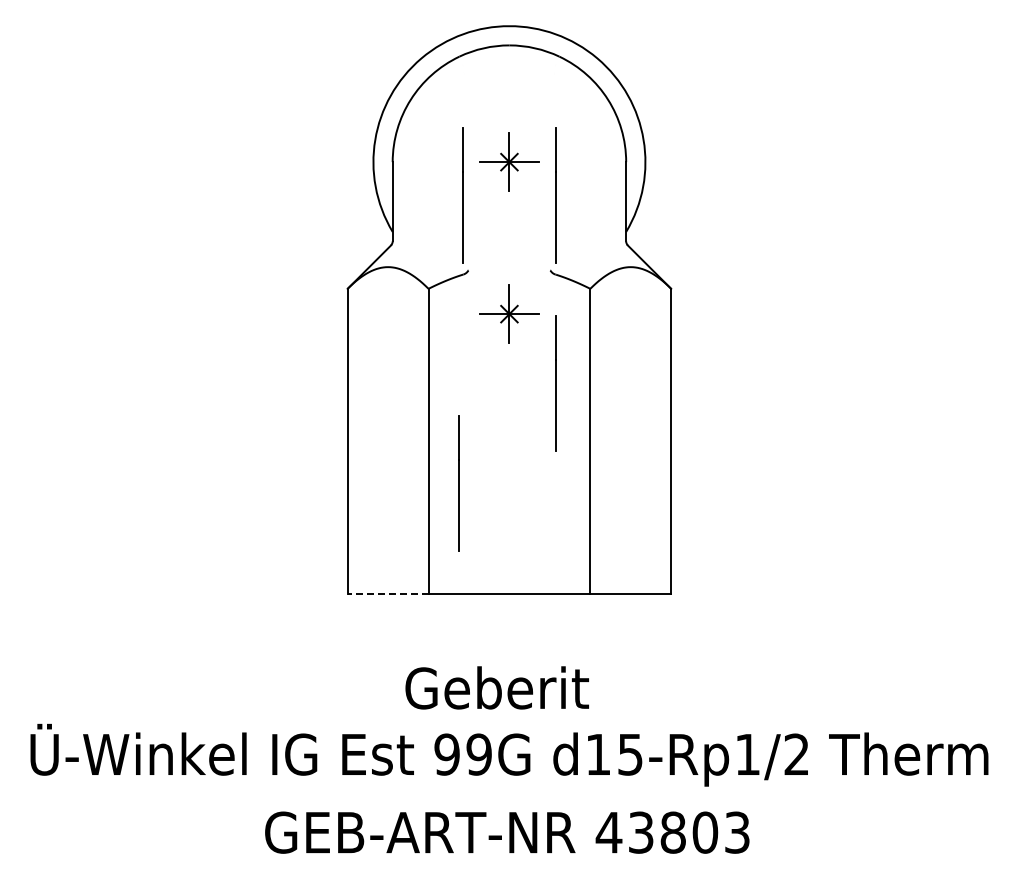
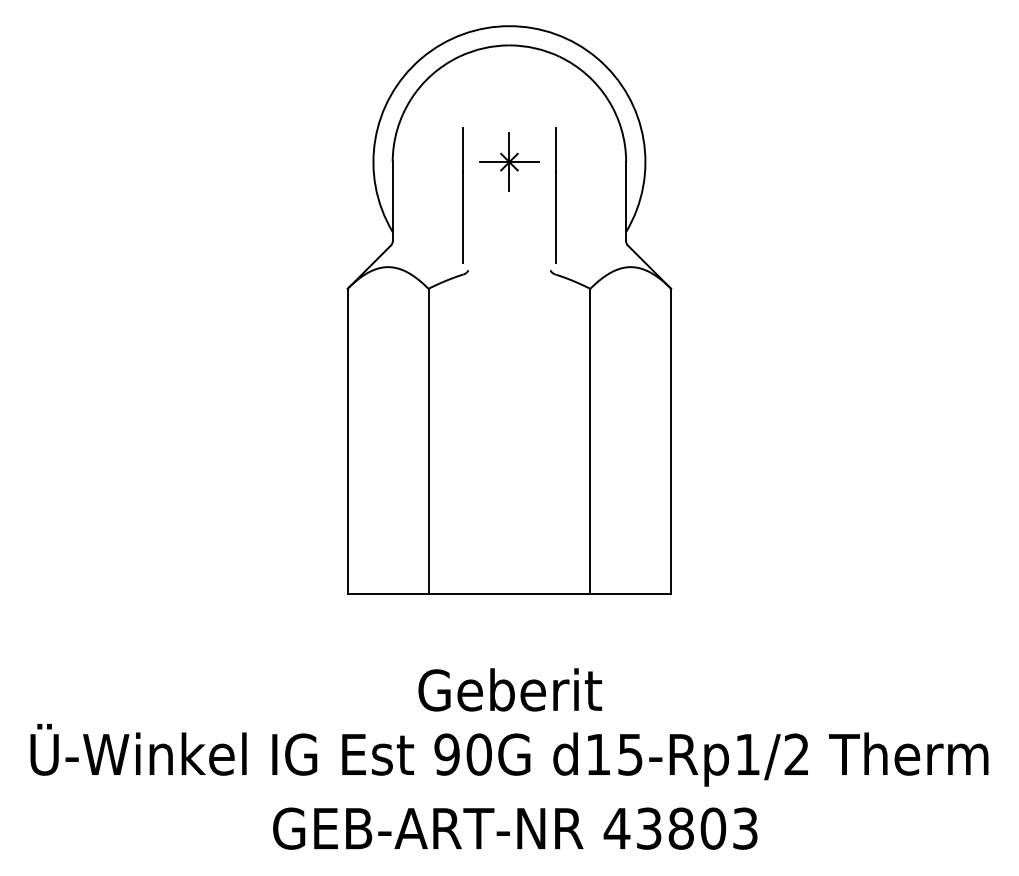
part at (509, 313): present -> none
line at (555, 383): present -> none
line at (458, 483): present -> none
line at (387, 594): dashed -> solid
text at (496, 687) position: (496, 687) -> (509, 689)
text at (478, 754): 99G -> 90G
text at (507, 832) position: (507, 832) -> (515, 828)
